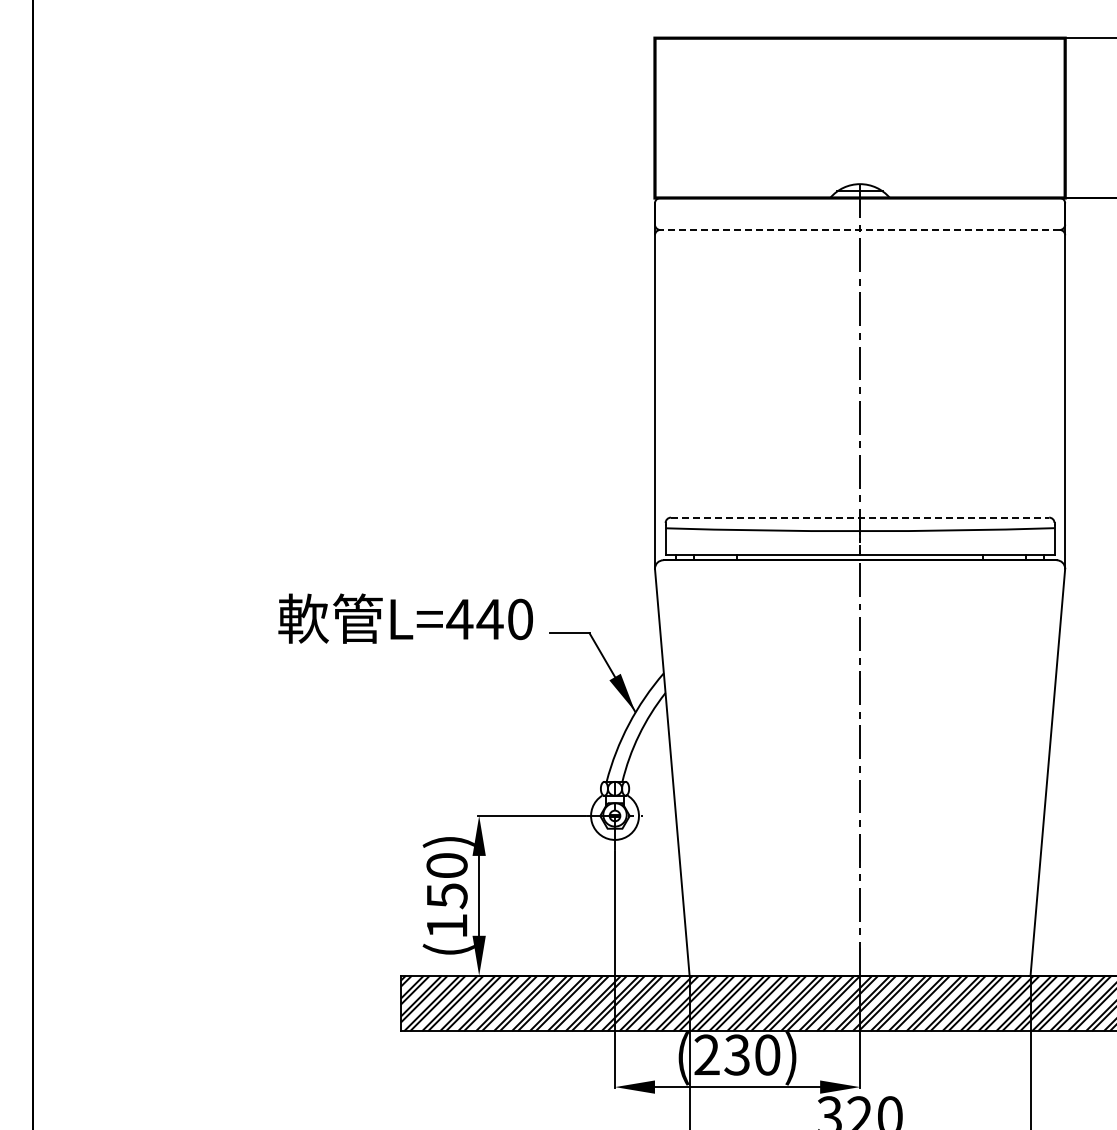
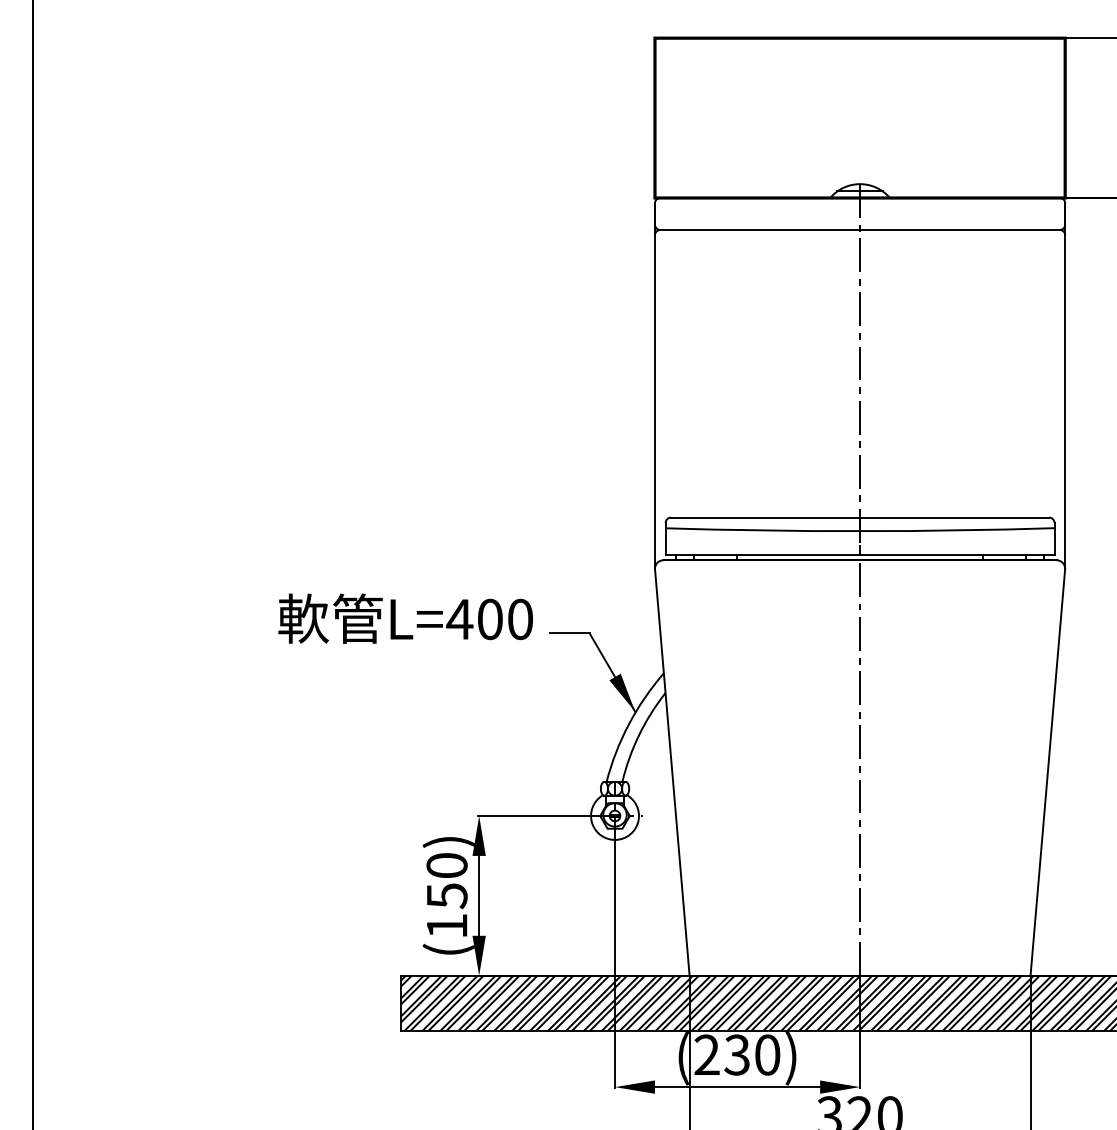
line at (860, 229): dashed -> solid
line at (860, 517): dashed -> solid
text at (489, 619): L=440 -> L=400
